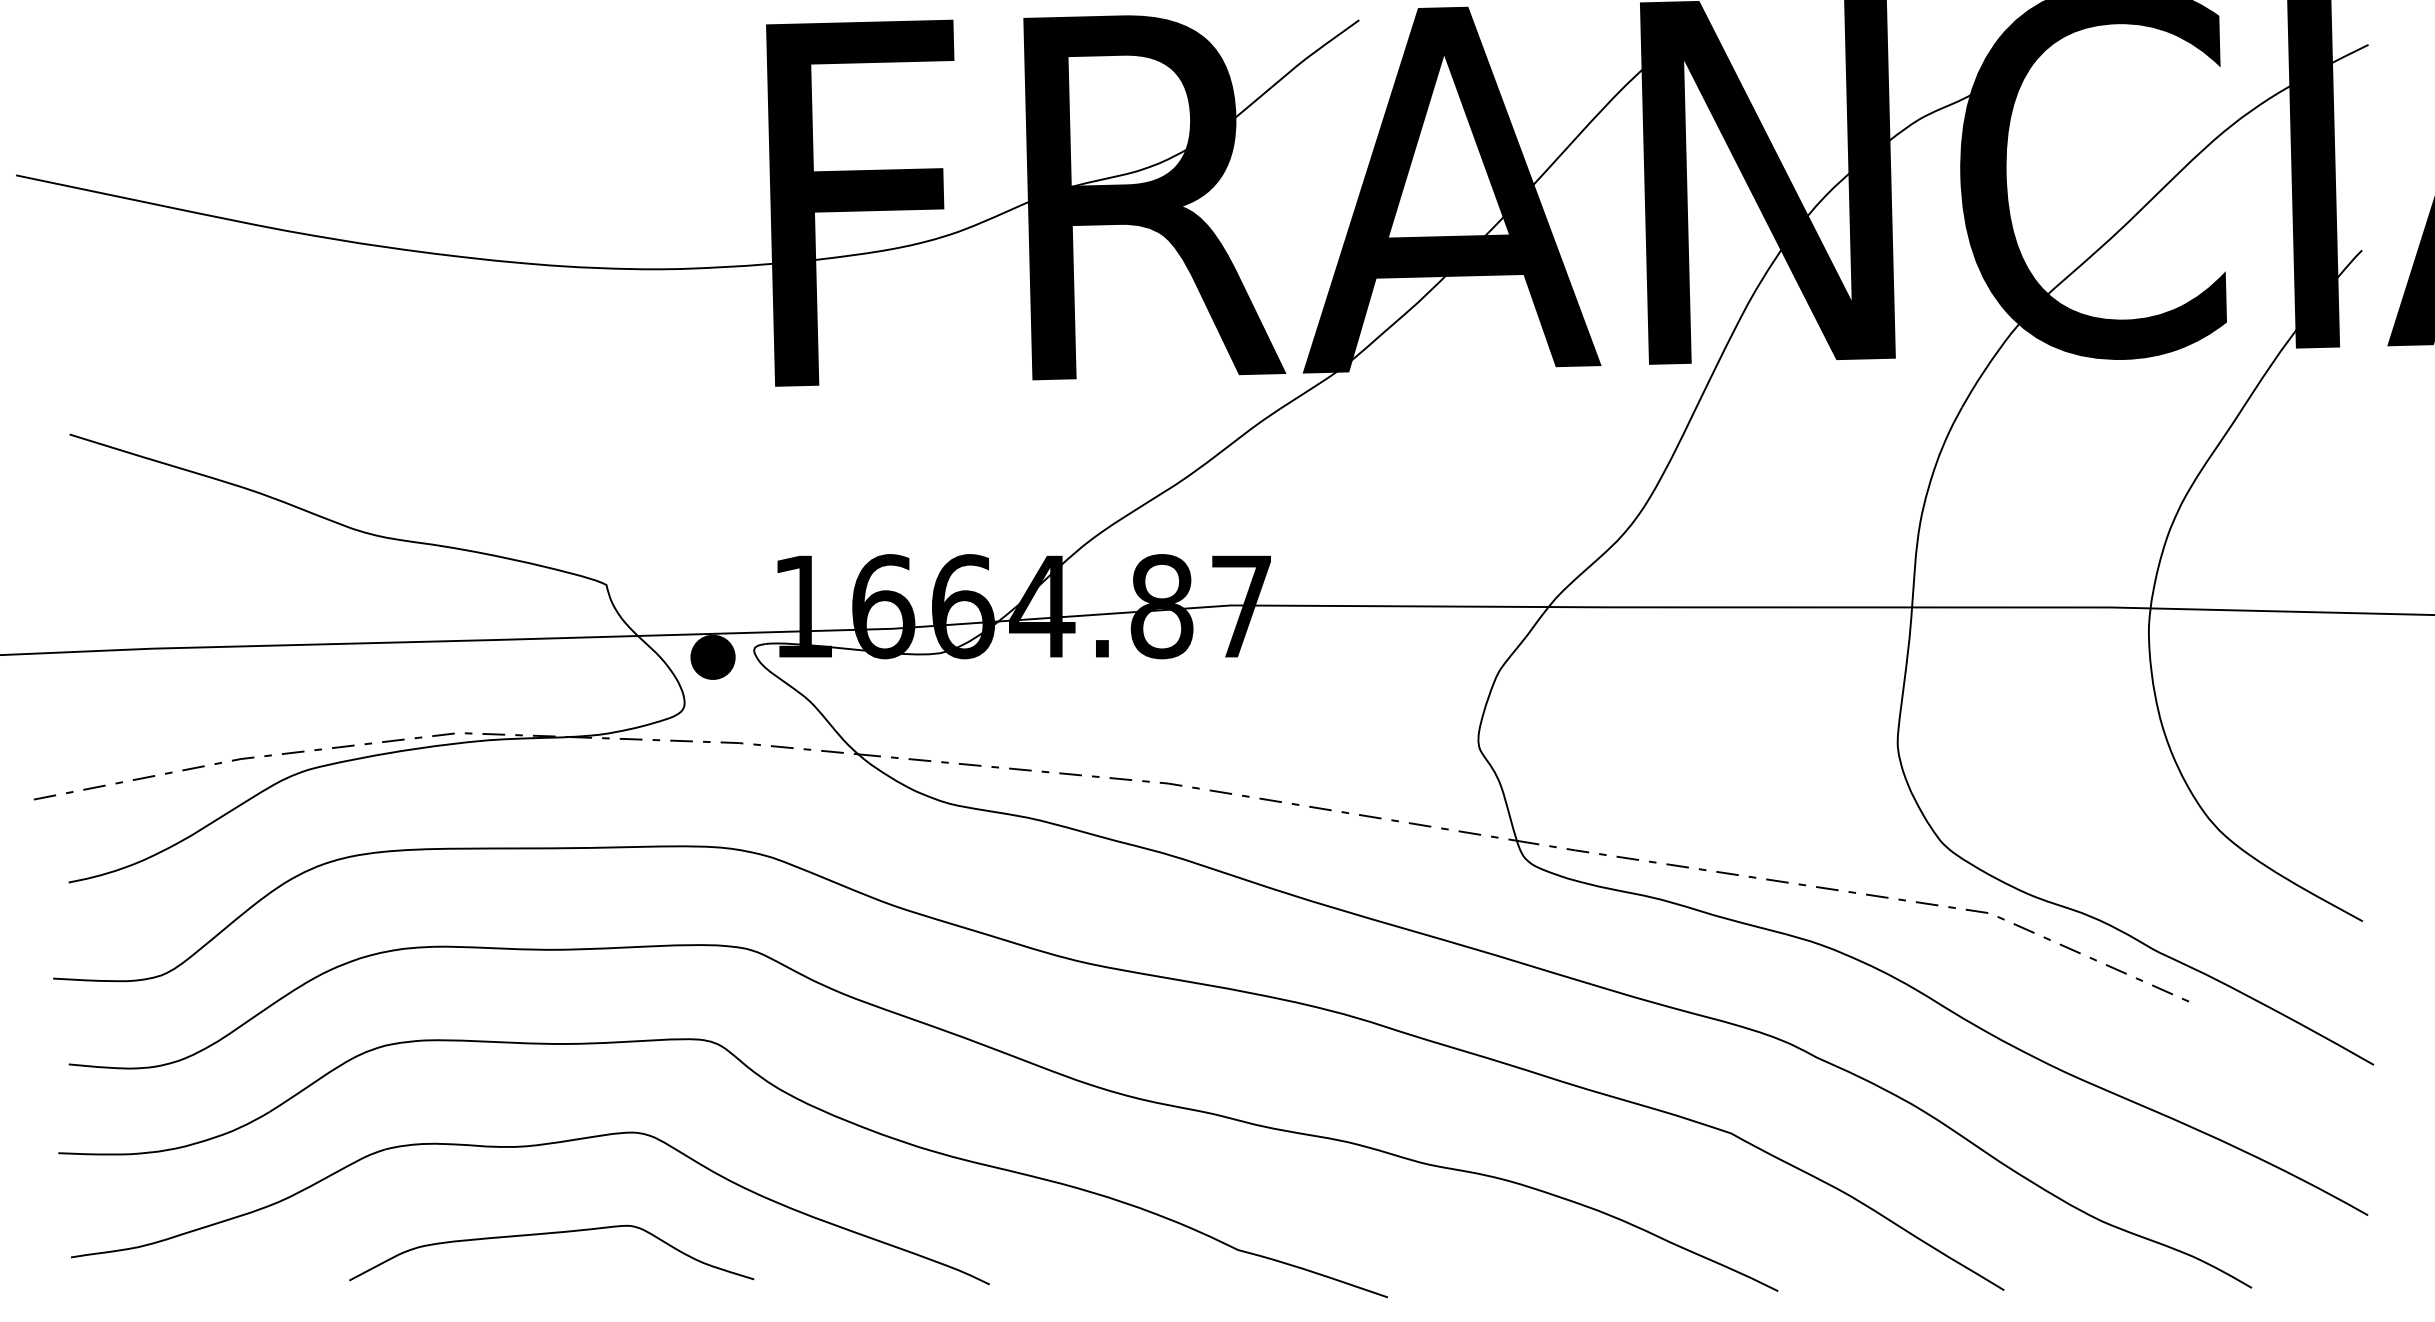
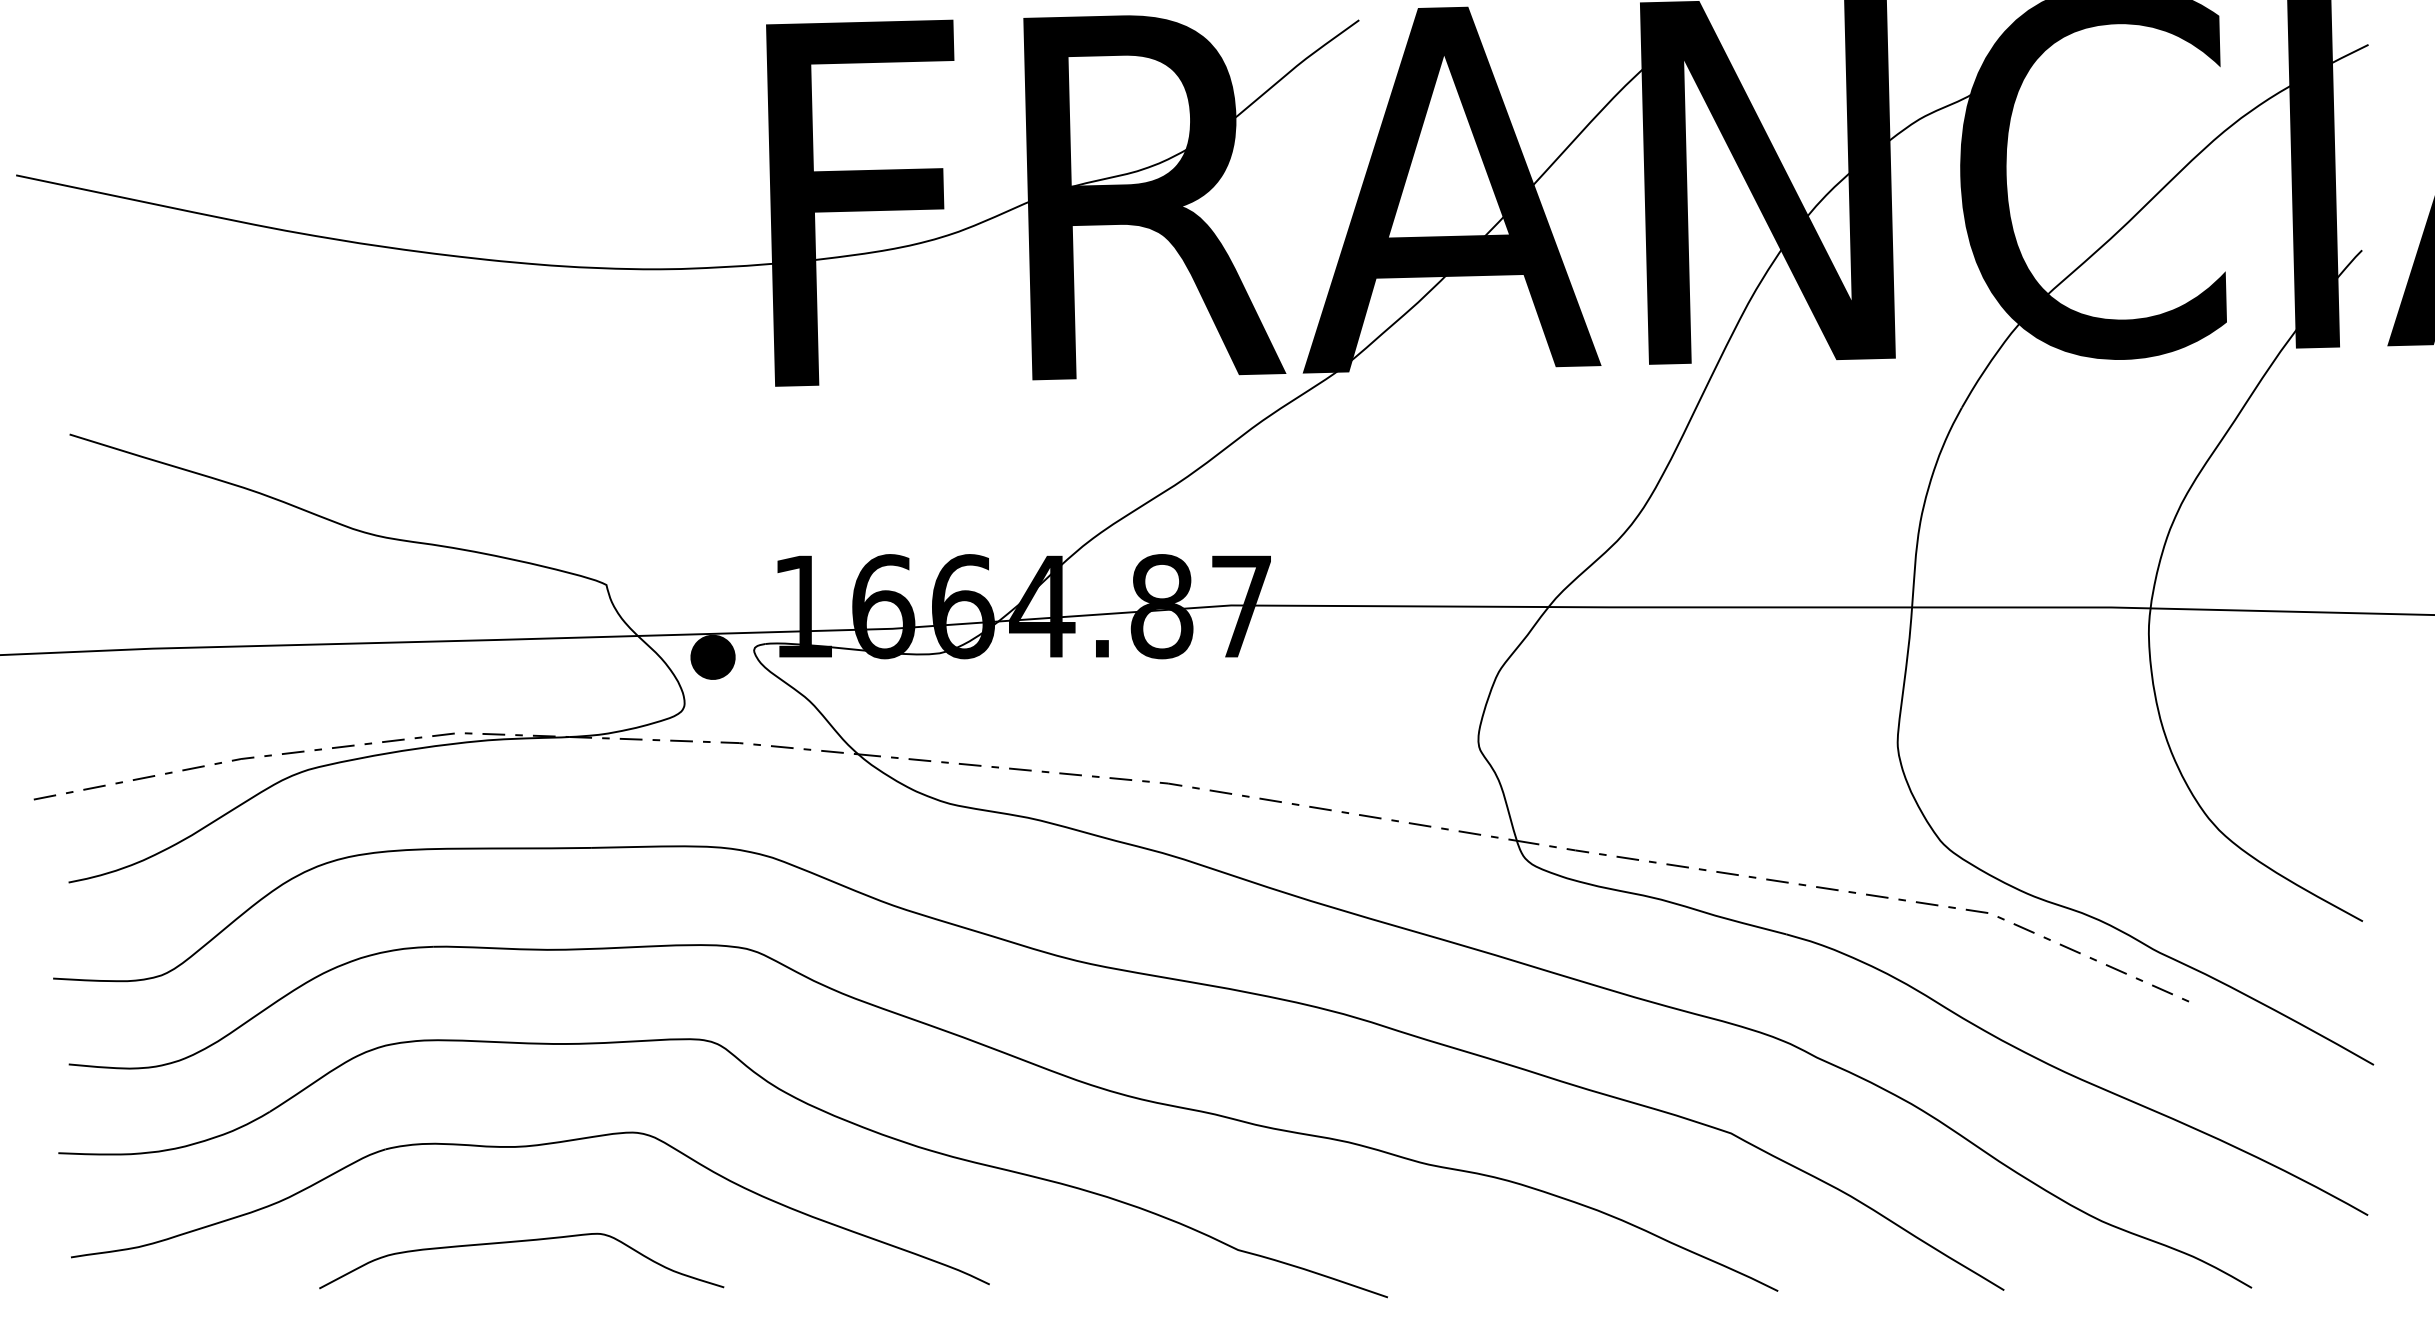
curve at (549, 1234) position: (549, 1234) -> (519, 1242)
